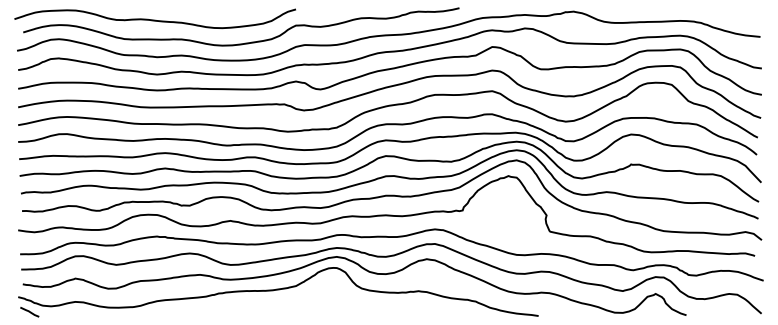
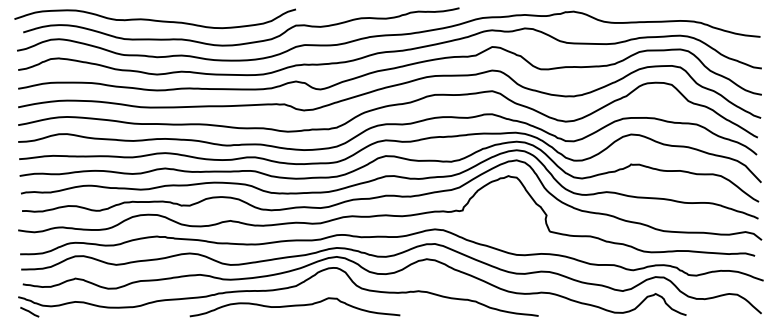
curve at (294, 306): none -> present
